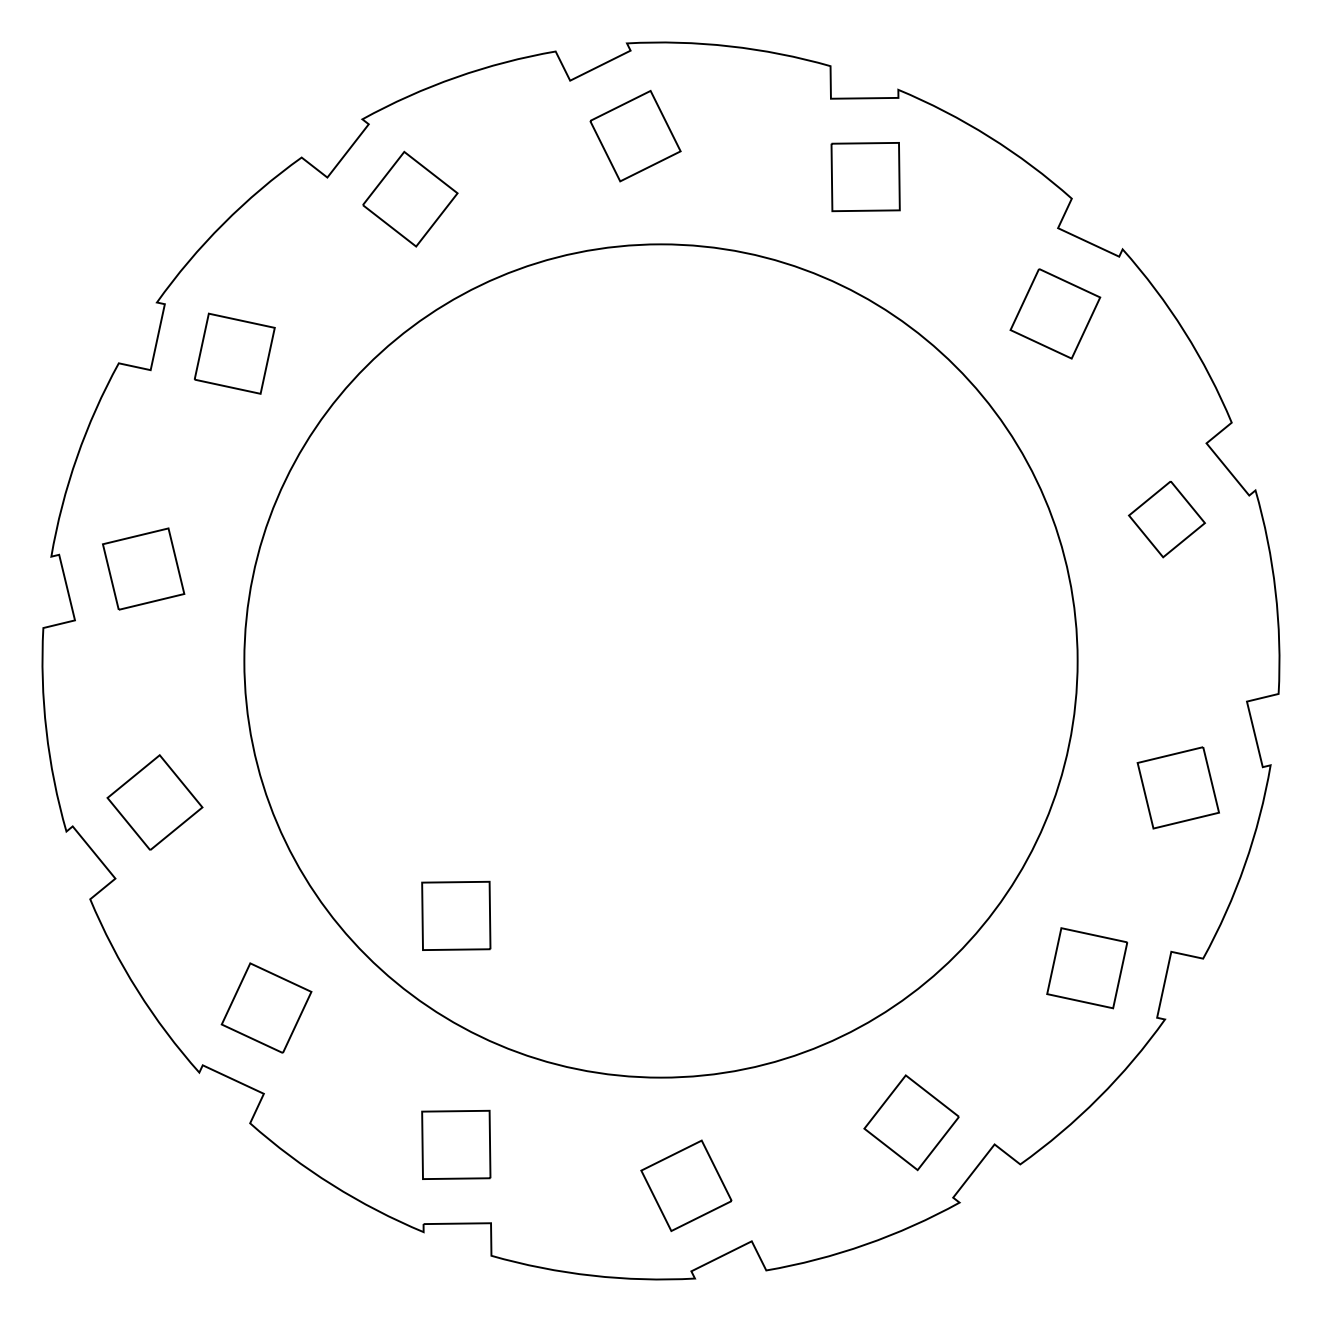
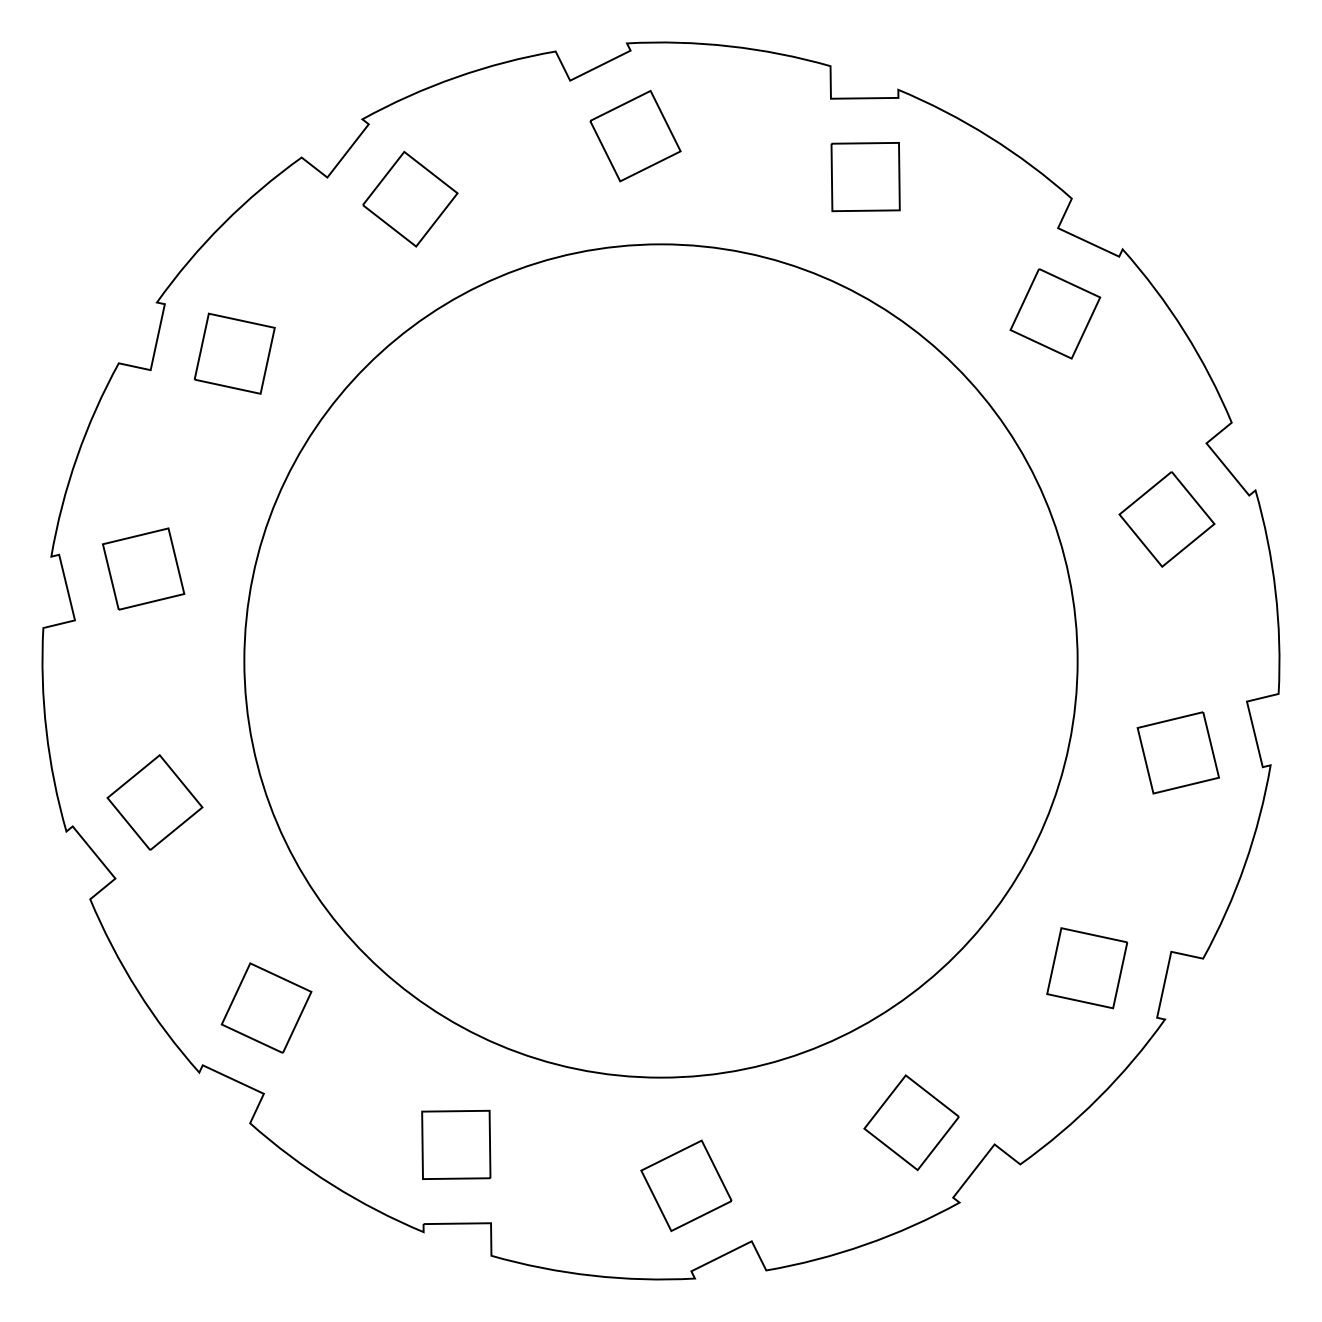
part at (1166, 519) size: 79x79 px -> 98x97 px
part at (1177, 787) position: (1177, 787) -> (1177, 752)
part at (456, 915): present -> none
